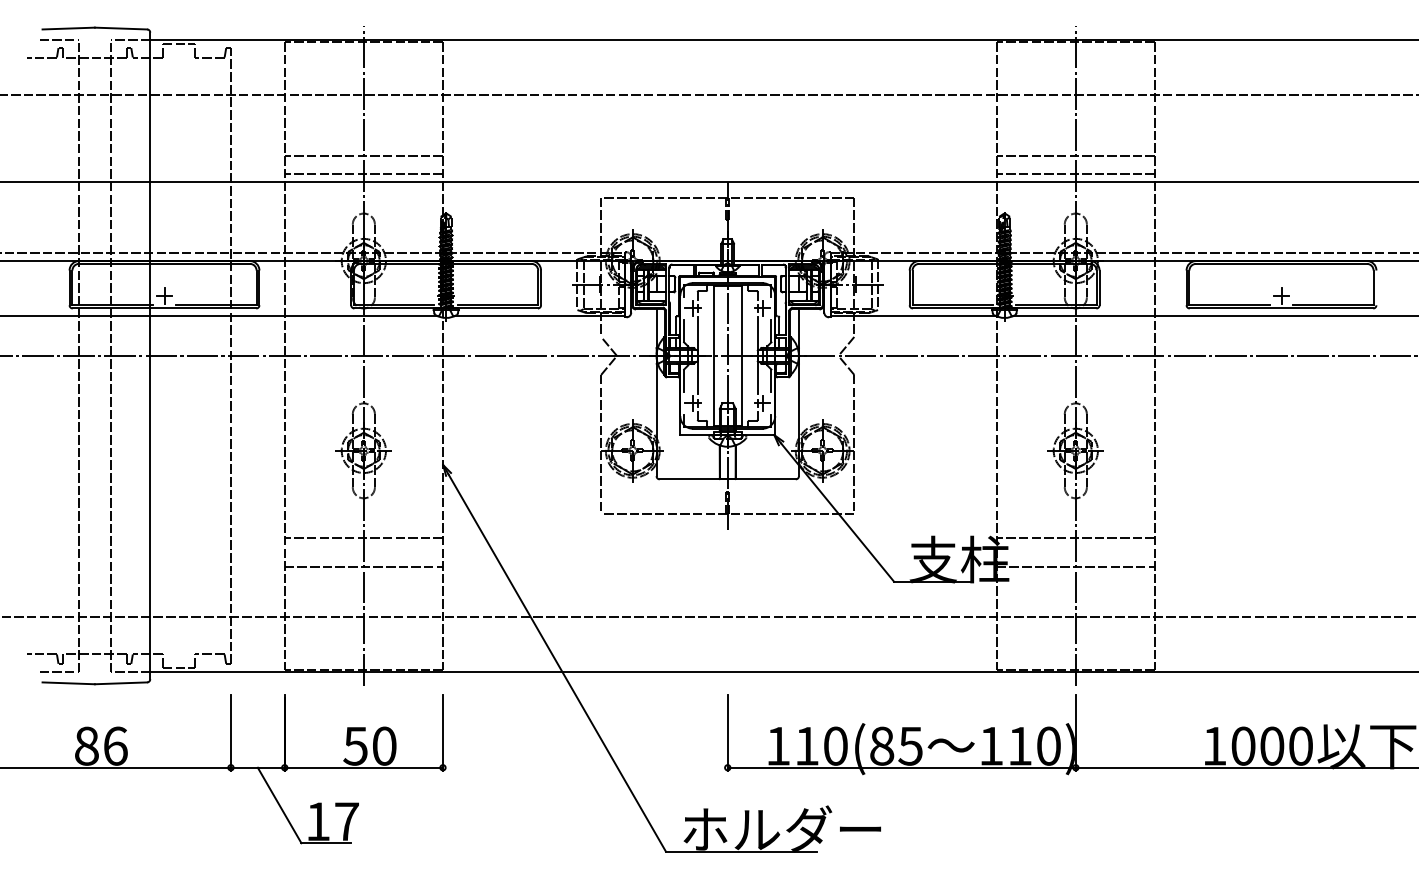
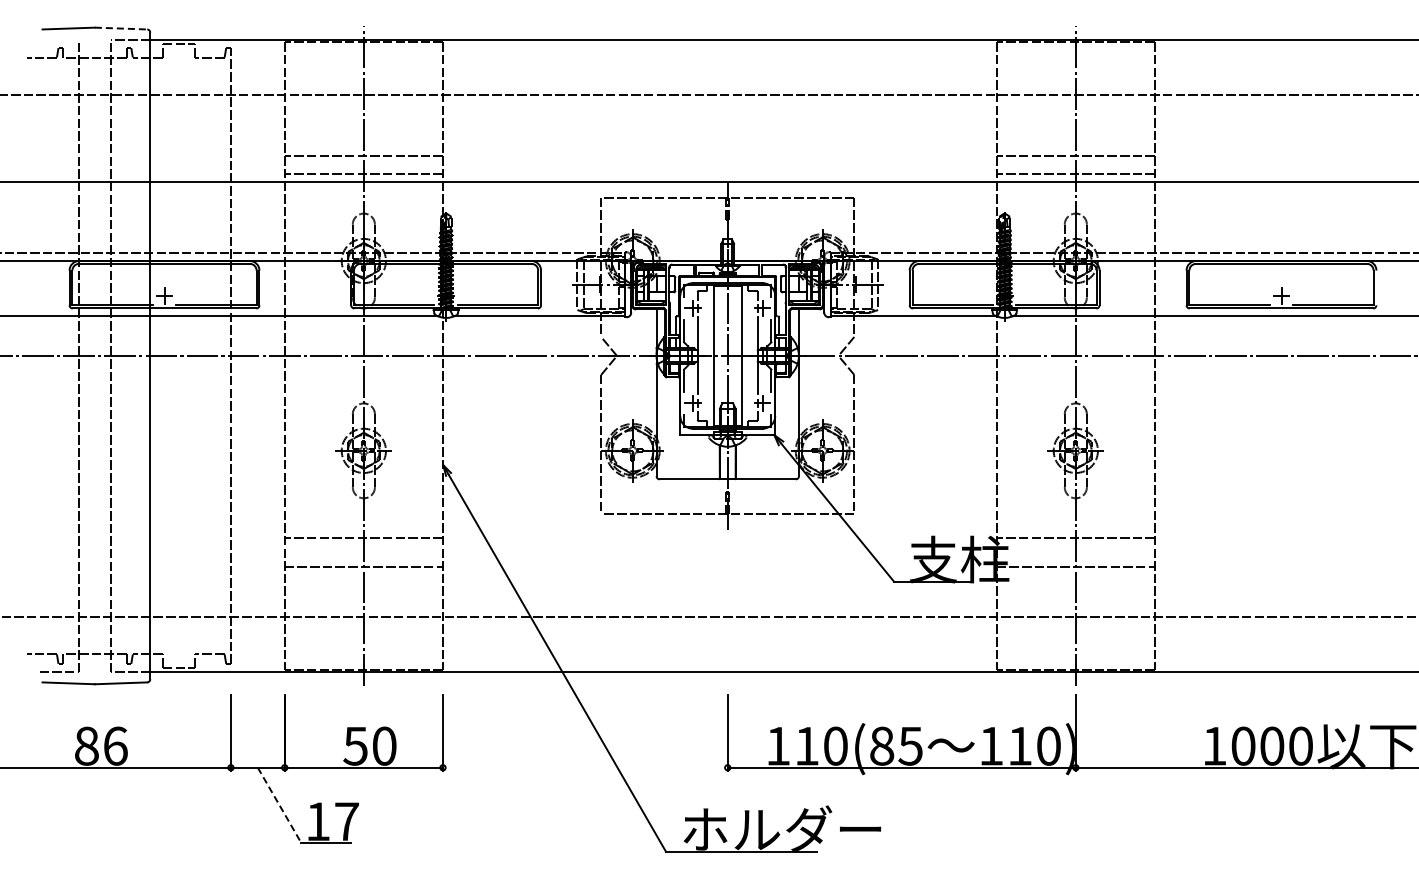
line at (121, 28): solid -> dashed
line at (59, 39): present -> none
line at (279, 805): solid -> dashed
